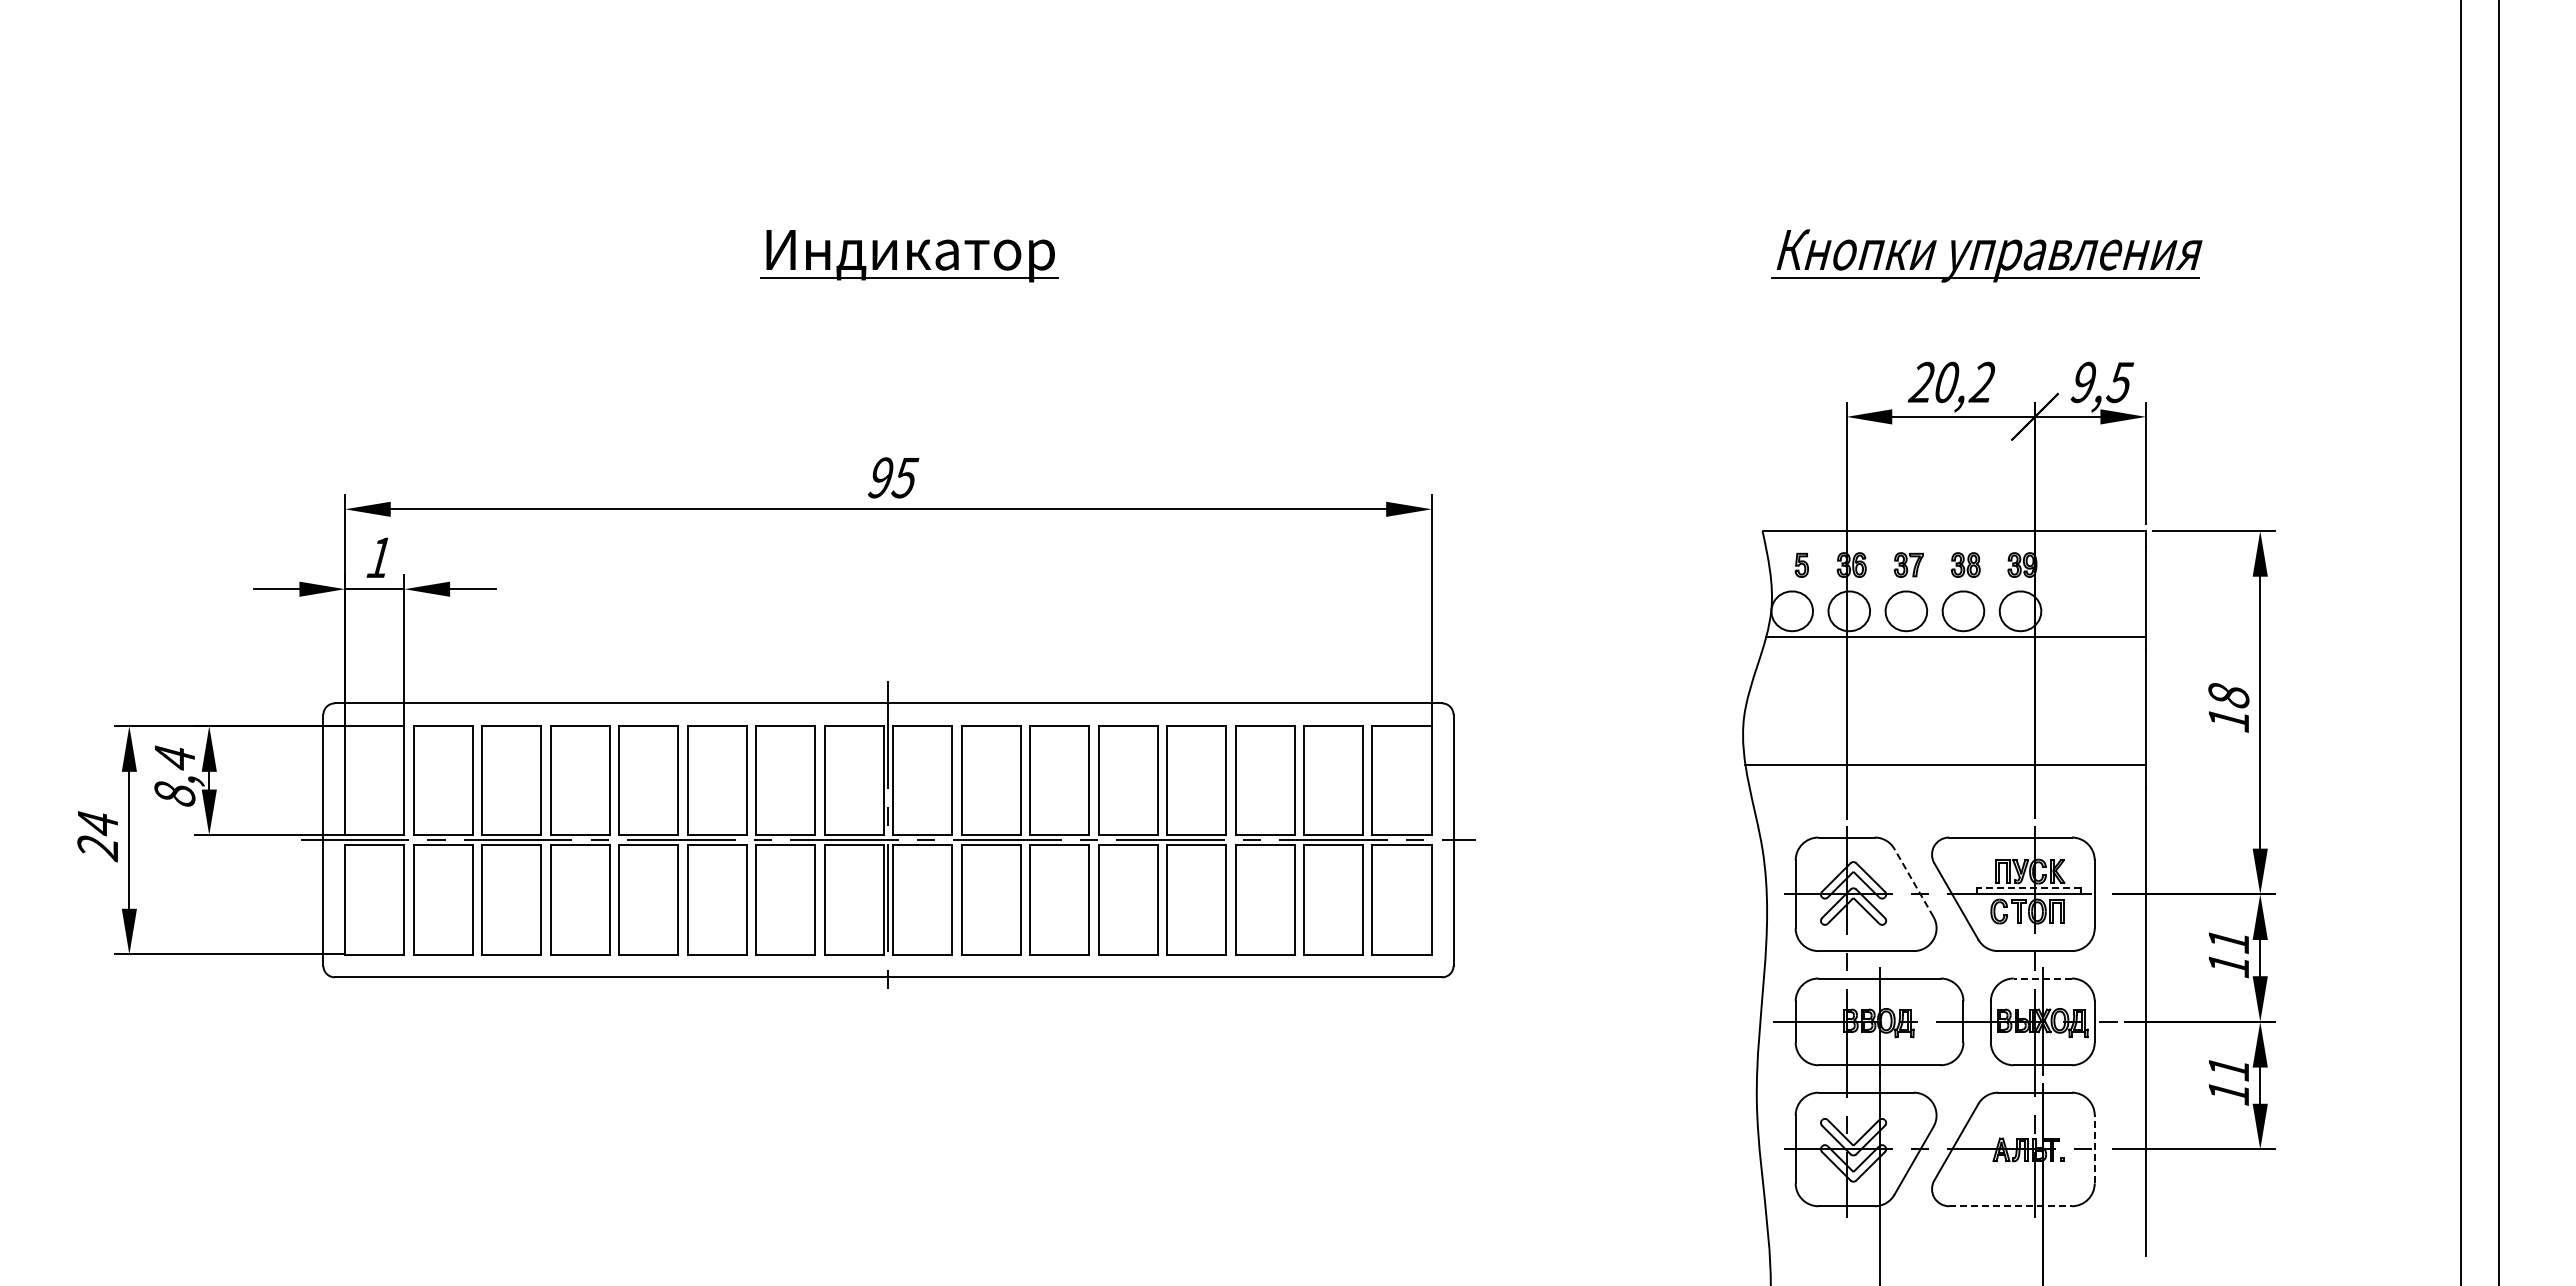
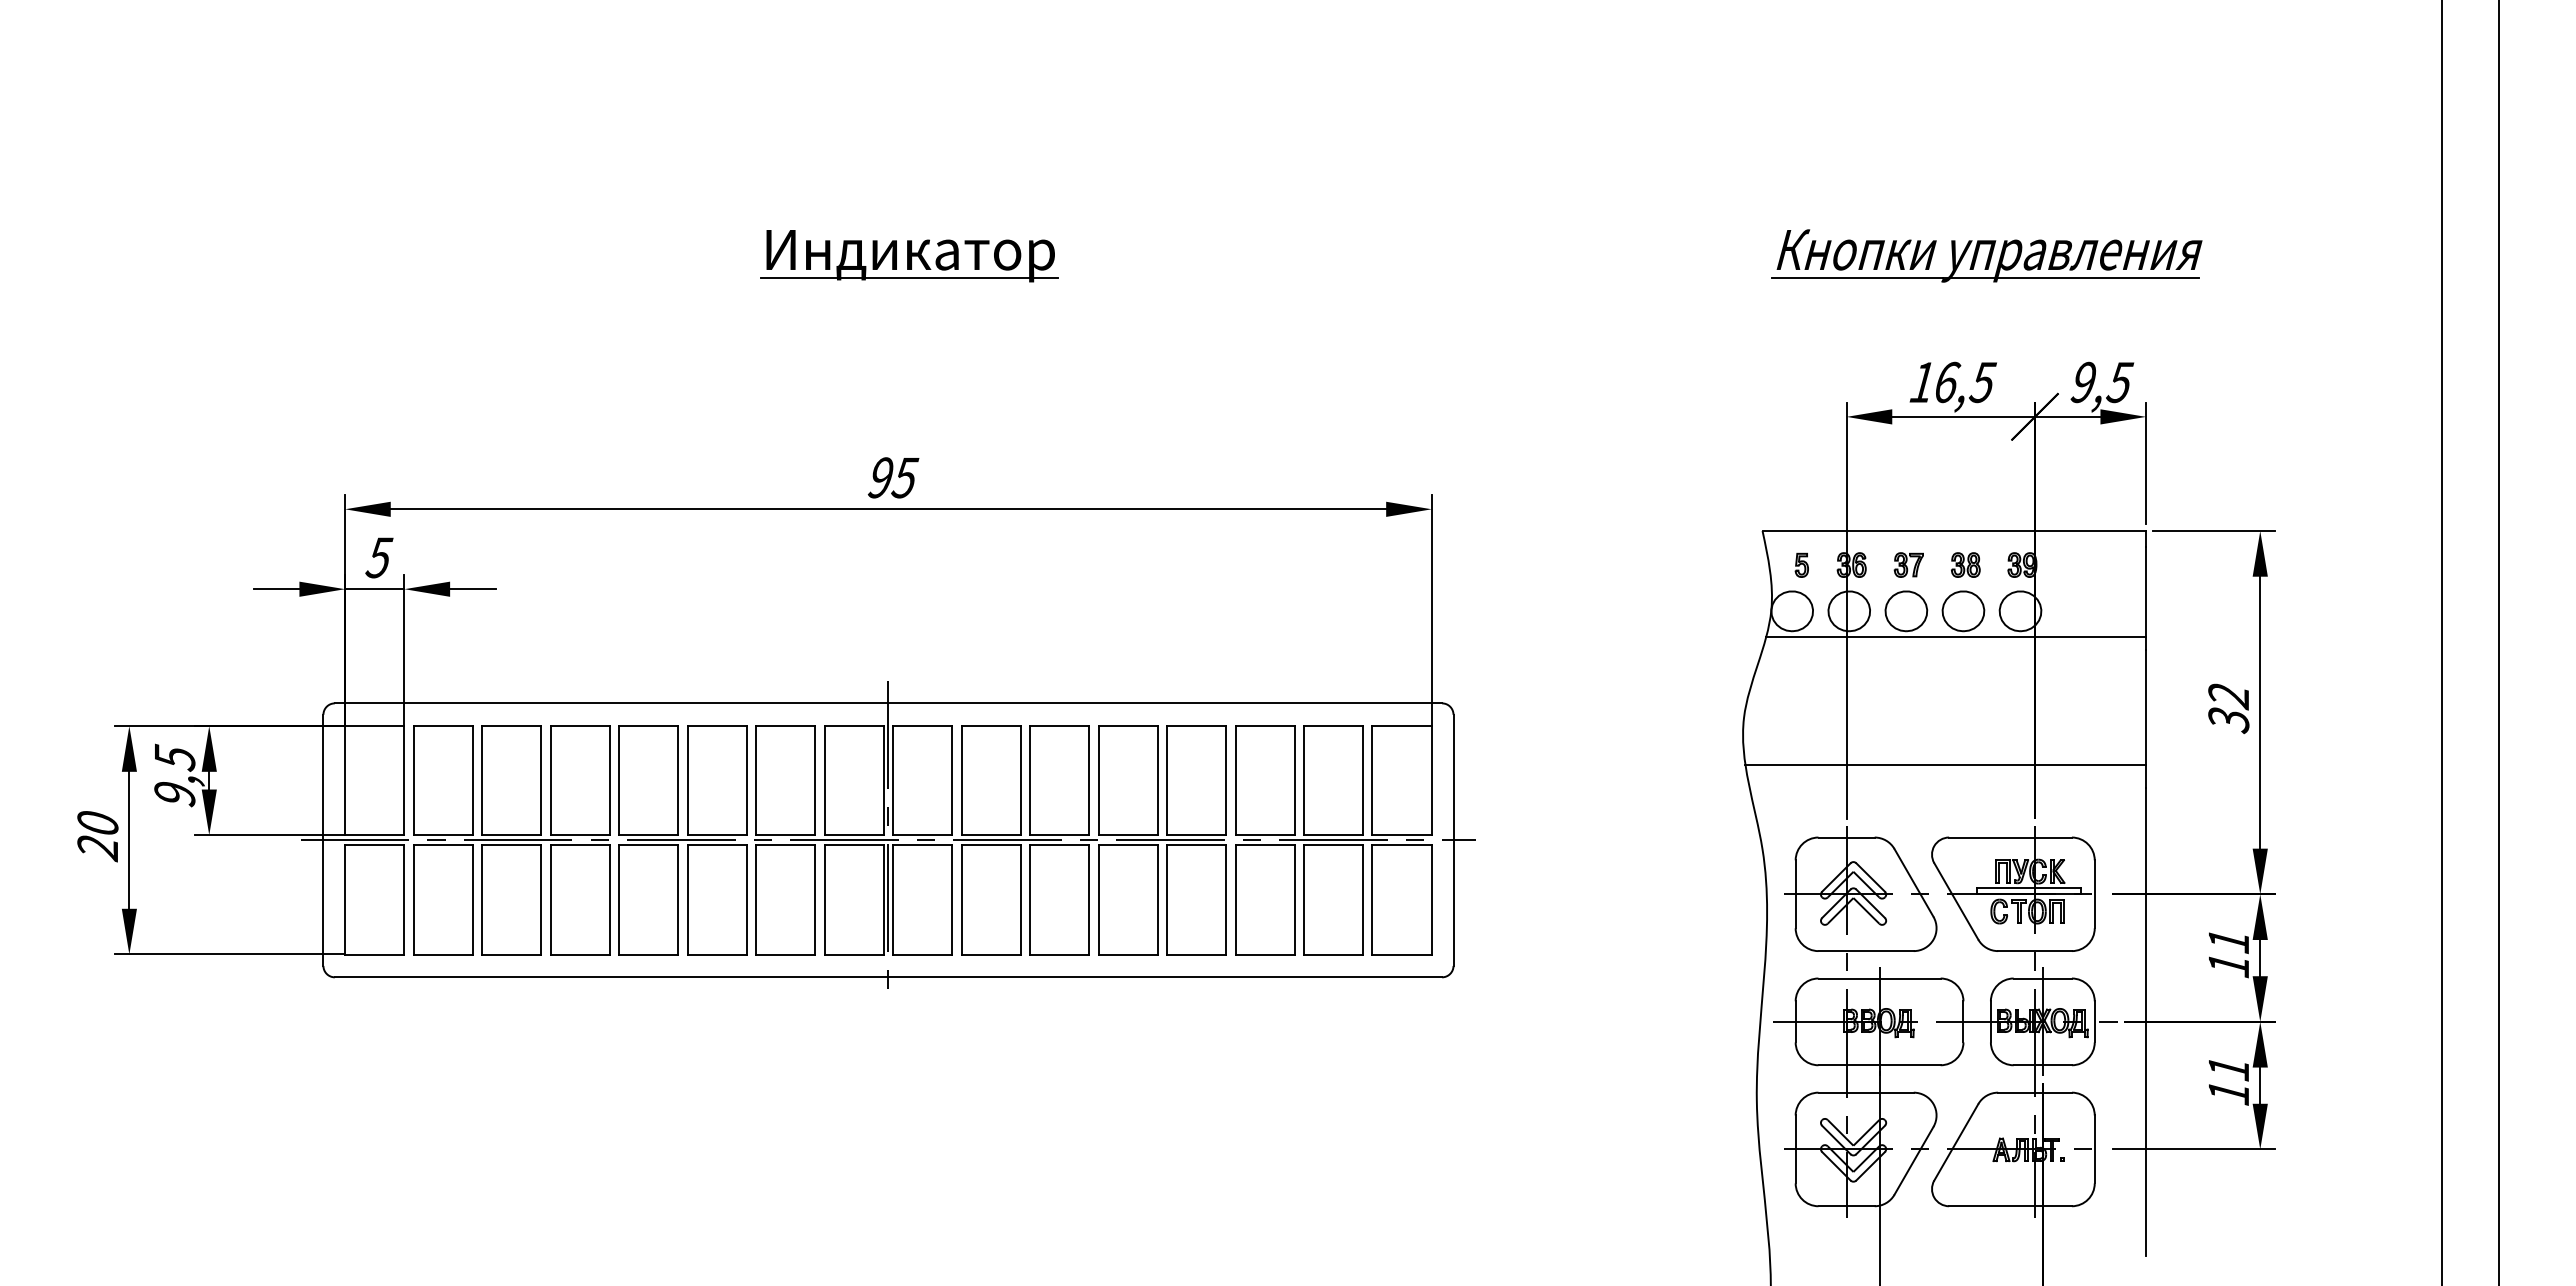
text at (1952, 382): 20,2 -> 16,5
text at (379, 557): 1 -> 5
line at (2460, 642) position: (2460, 642) -> (2441, 642)
text at (2228, 708): 18 -> 32
text at (174, 775): 8,4 -> 9,5
text at (97, 823): 24 -> 20
line at (1913, 882): dashed -> solid
line at (2028, 888): dashed -> solid
line at (2042, 978): dashed -> solid
line at (2094, 1149): dashed -> solid
line at (2011, 1206): dashed -> solid
